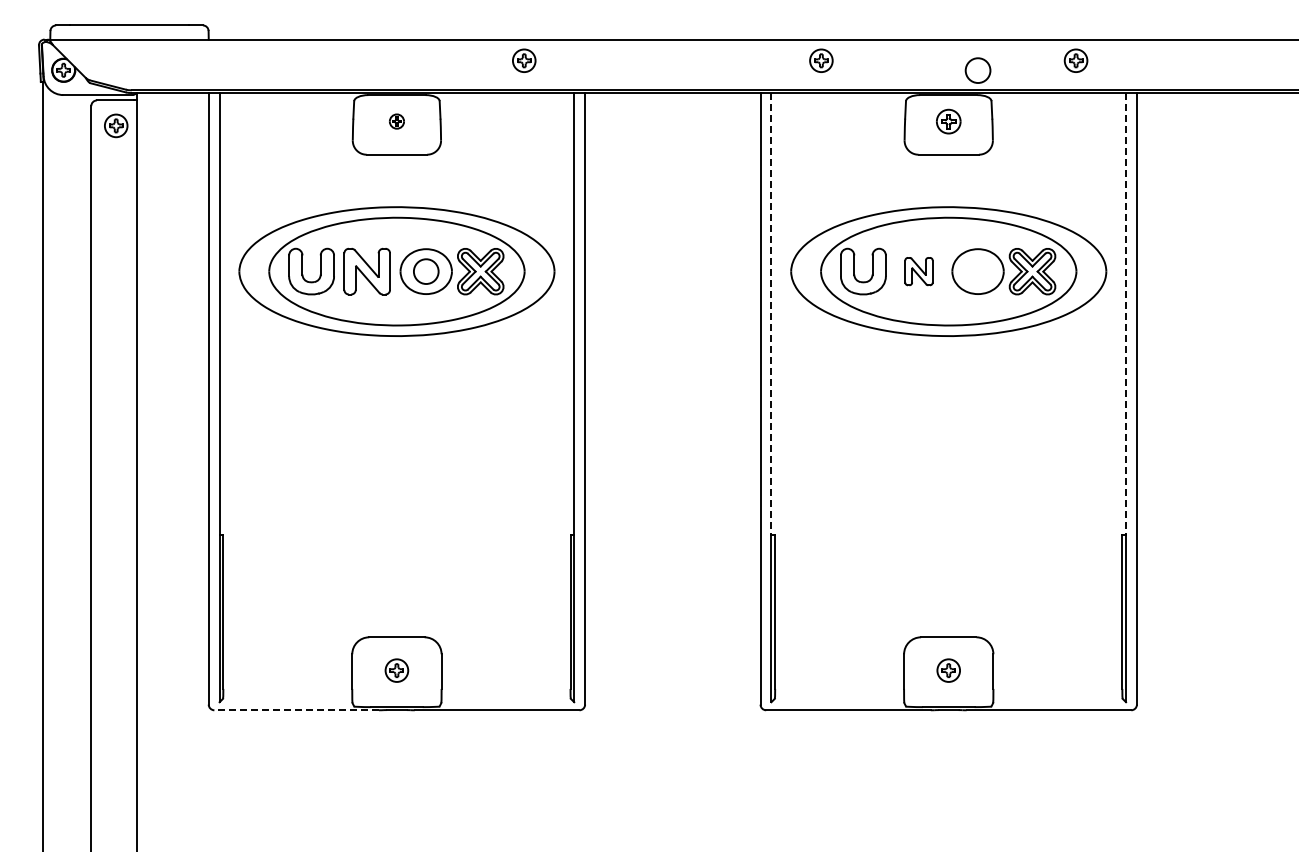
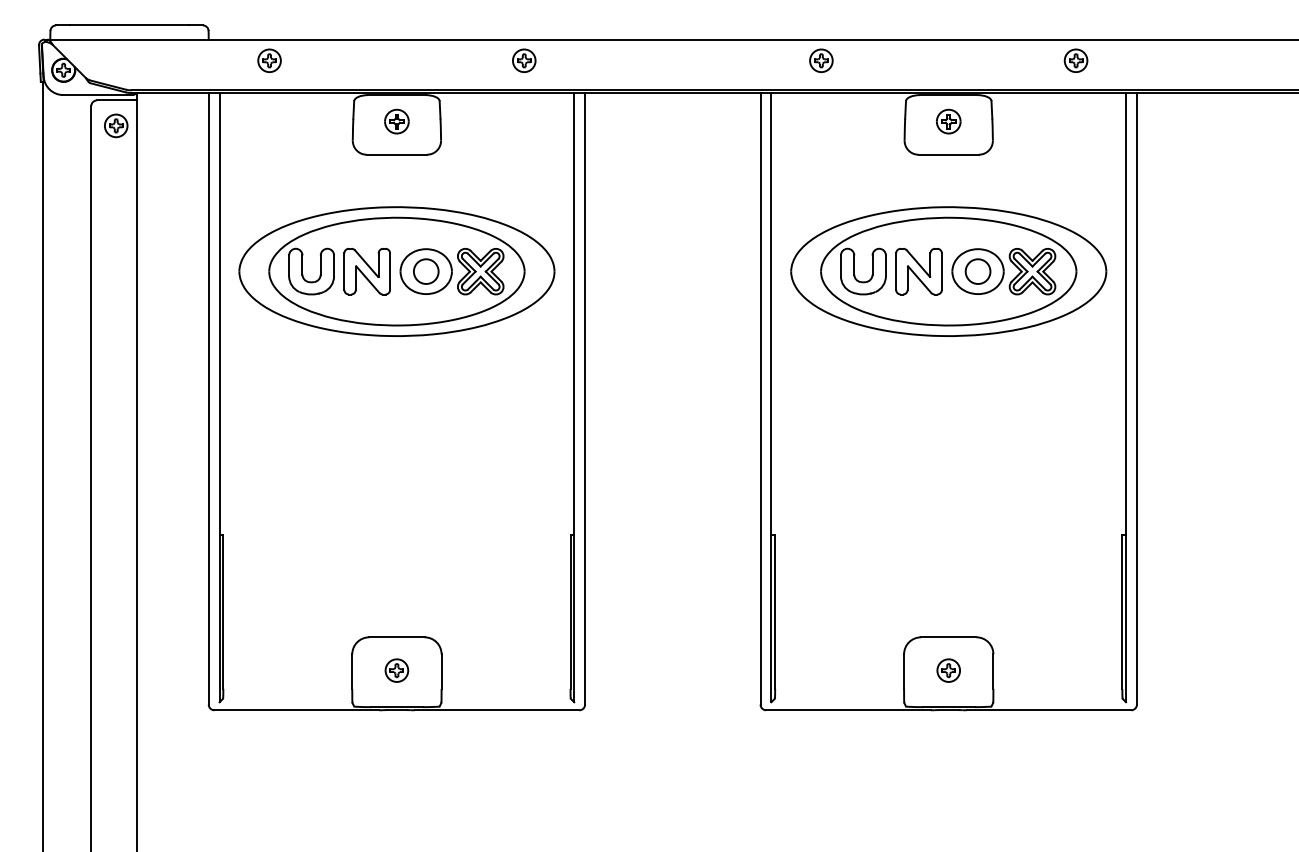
part at (269, 60): none -> present
circle at (977, 70) position: (977, 70) -> (977, 271)
part at (396, 121) size: 16x17 px -> 26x27 px
part at (918, 271) size: 30x30 px -> 48x49 px
line at (771, 313): dashed -> solid
line at (1126, 313): dashed -> solid
line at (296, 710): dashed -> solid
